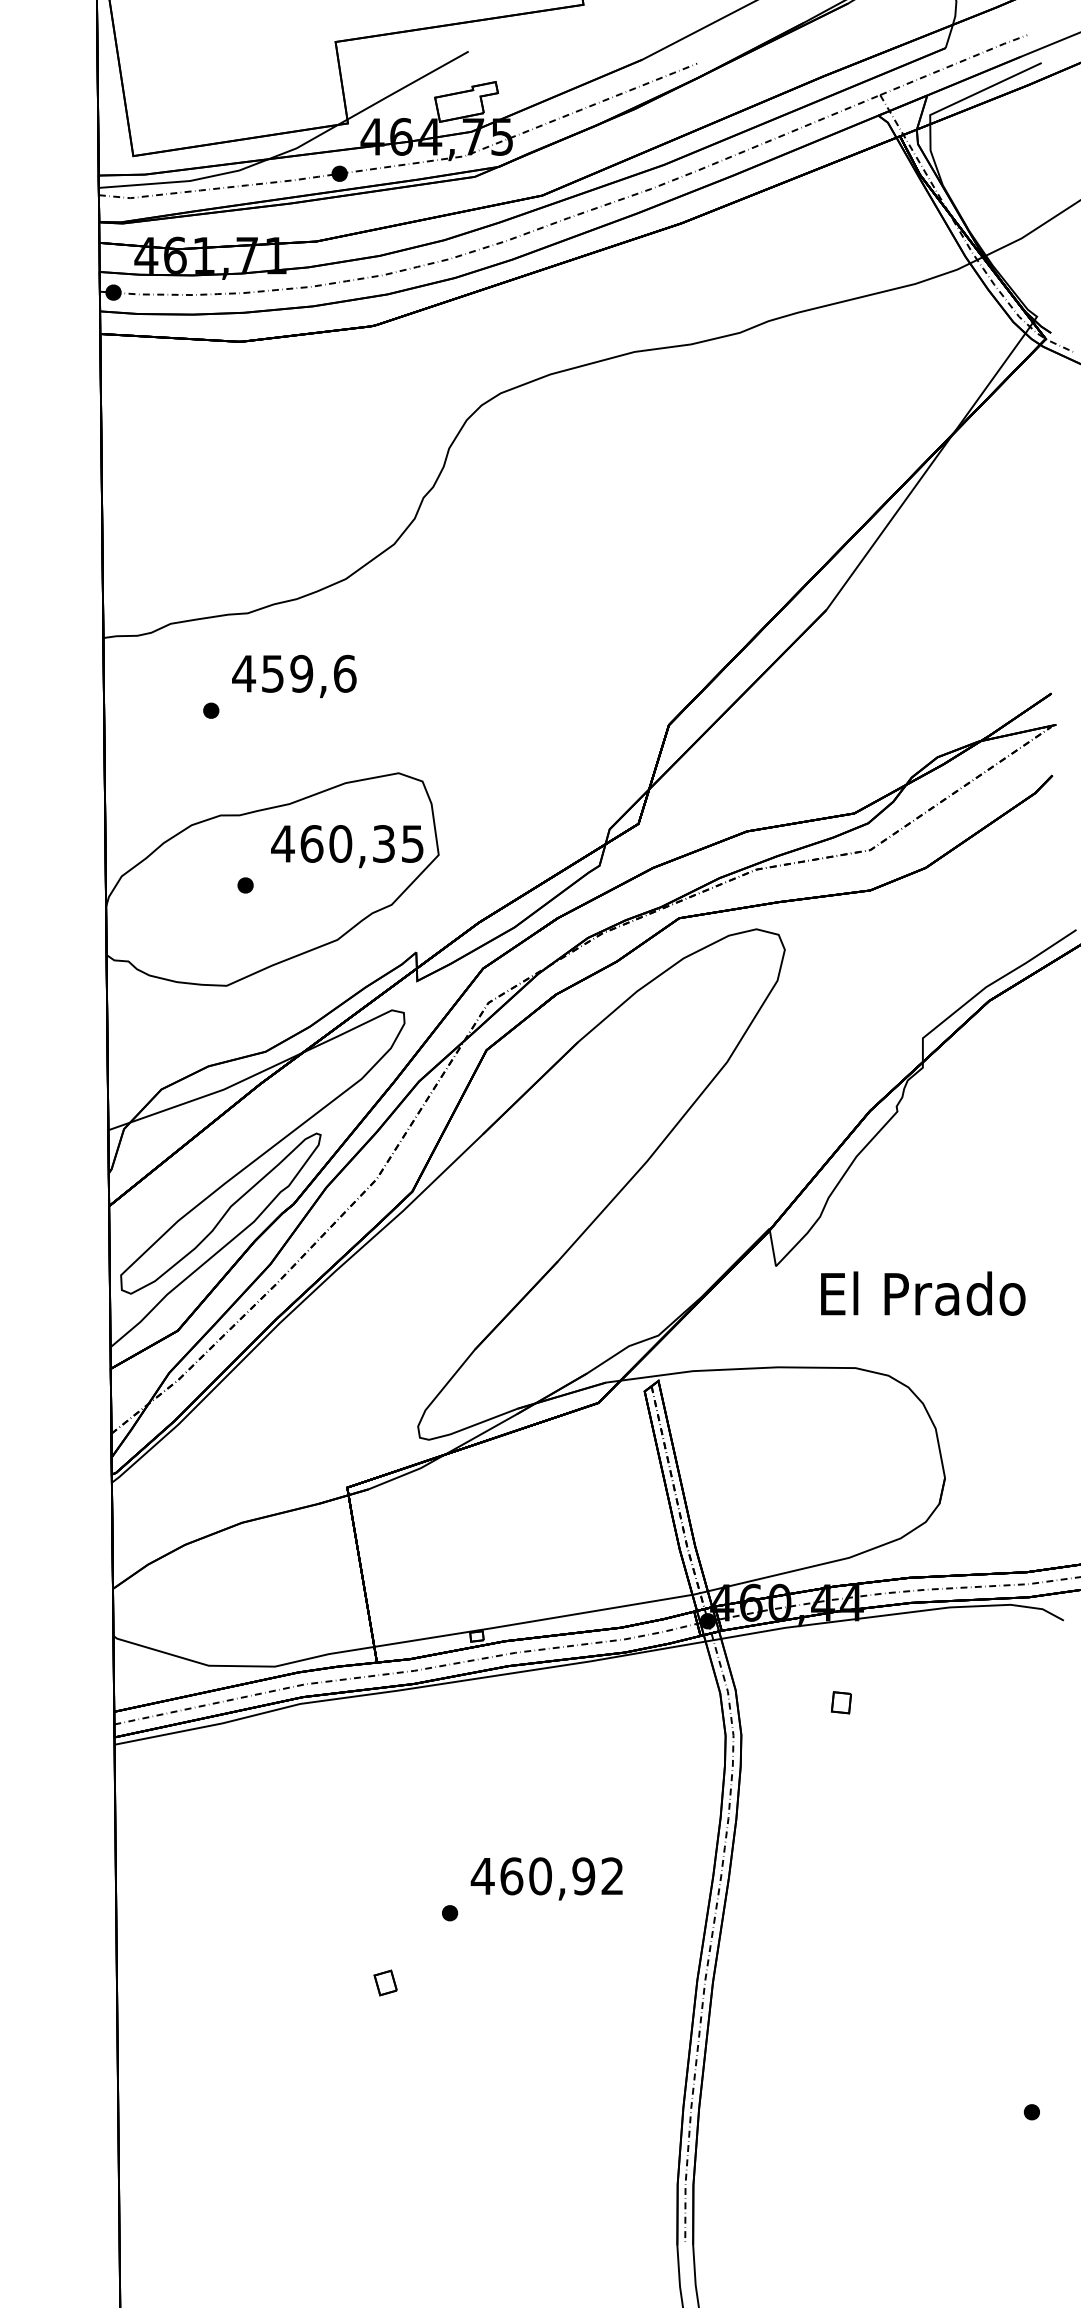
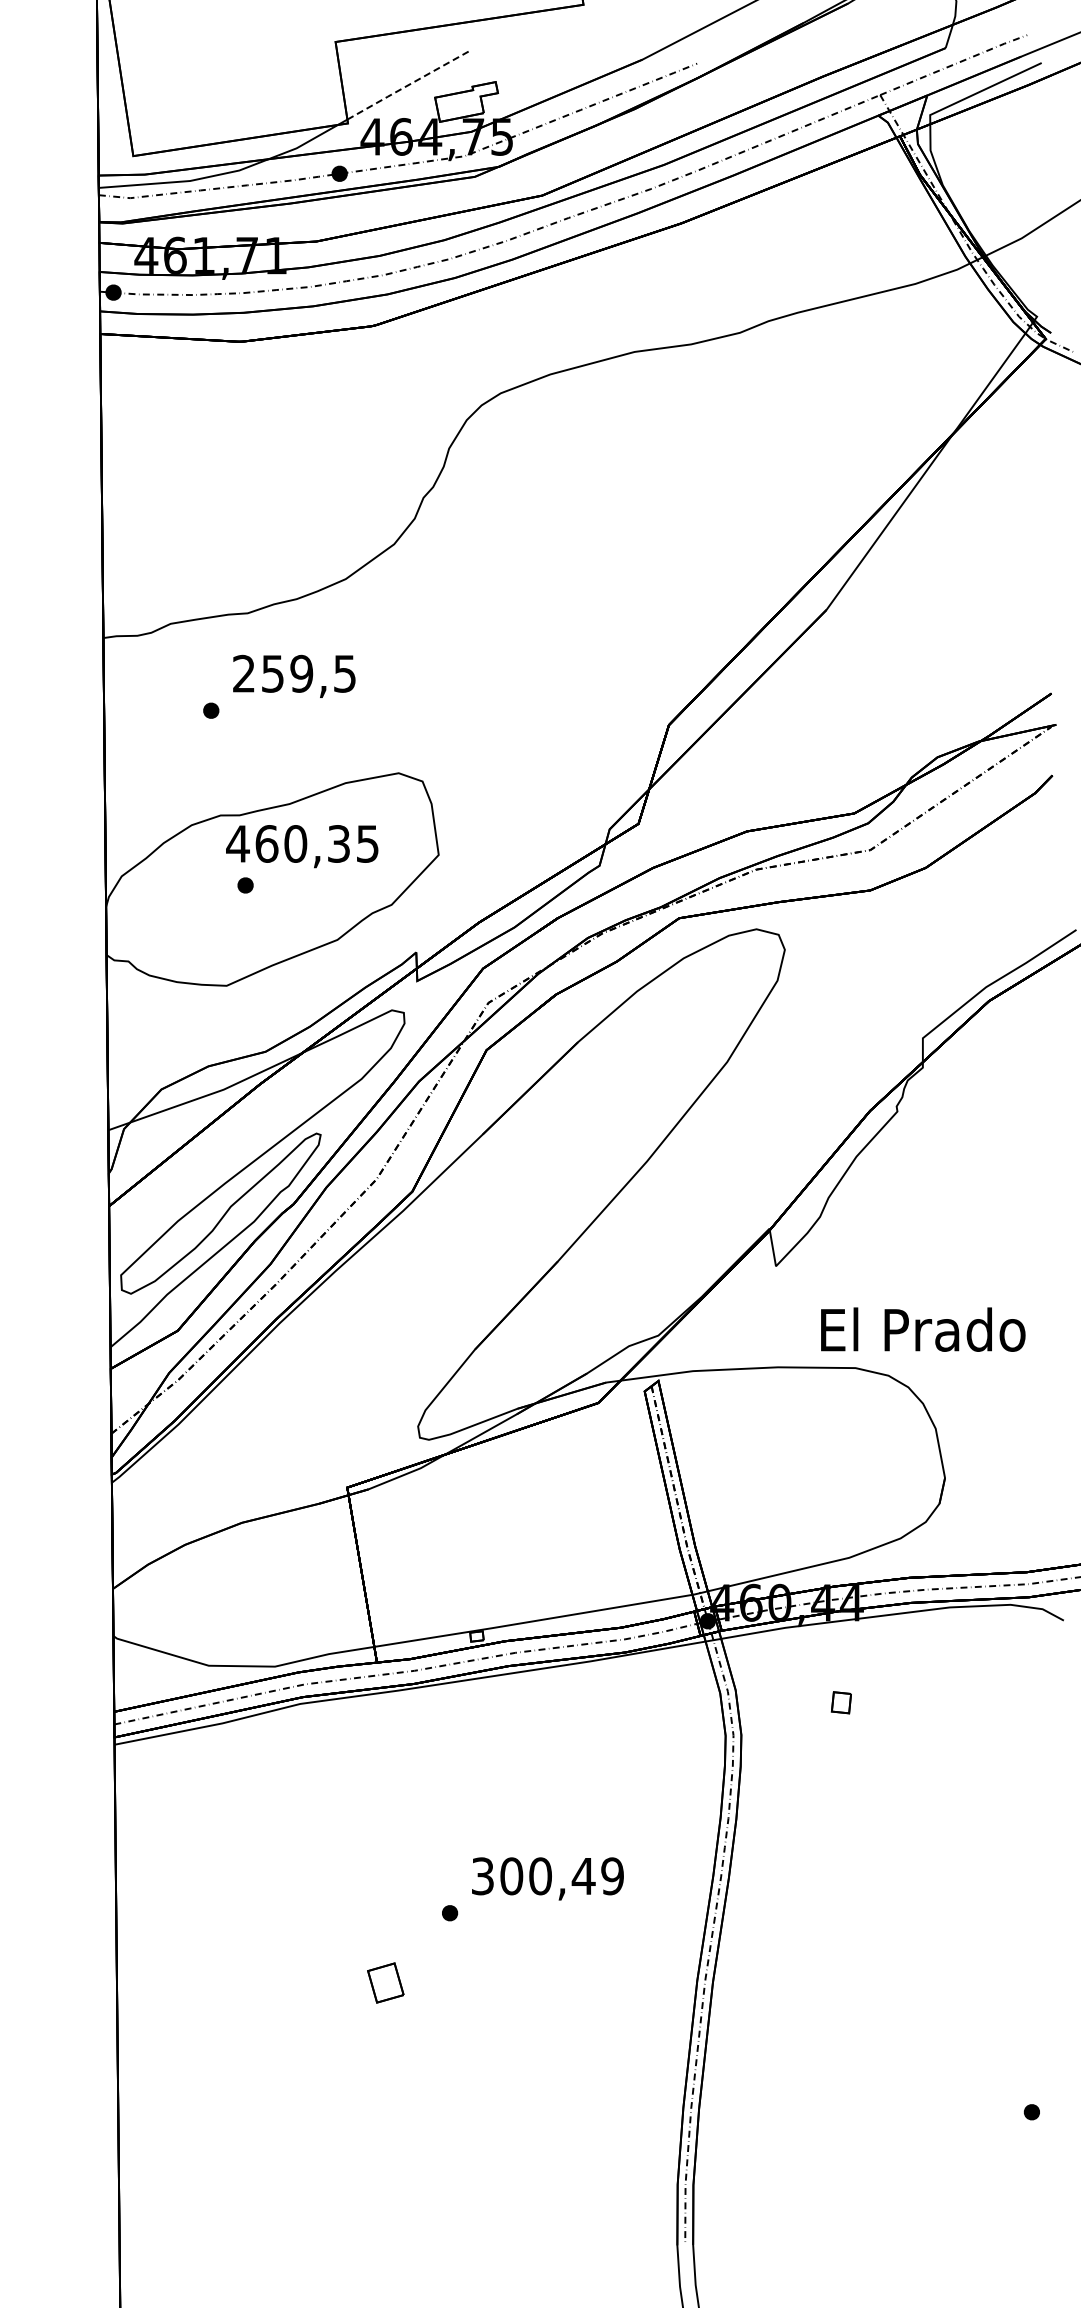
line at (407, 85): solid -> dashed
text at (294, 673): 459,6 -> 259,5
text at (347, 846) position: (347, 846) -> (302, 846)
text at (923, 1293) position: (923, 1293) -> (923, 1329)
text at (546, 1876): 460,92 -> 300,49
part at (385, 1982) size: 25x28 px -> 38x42 px
